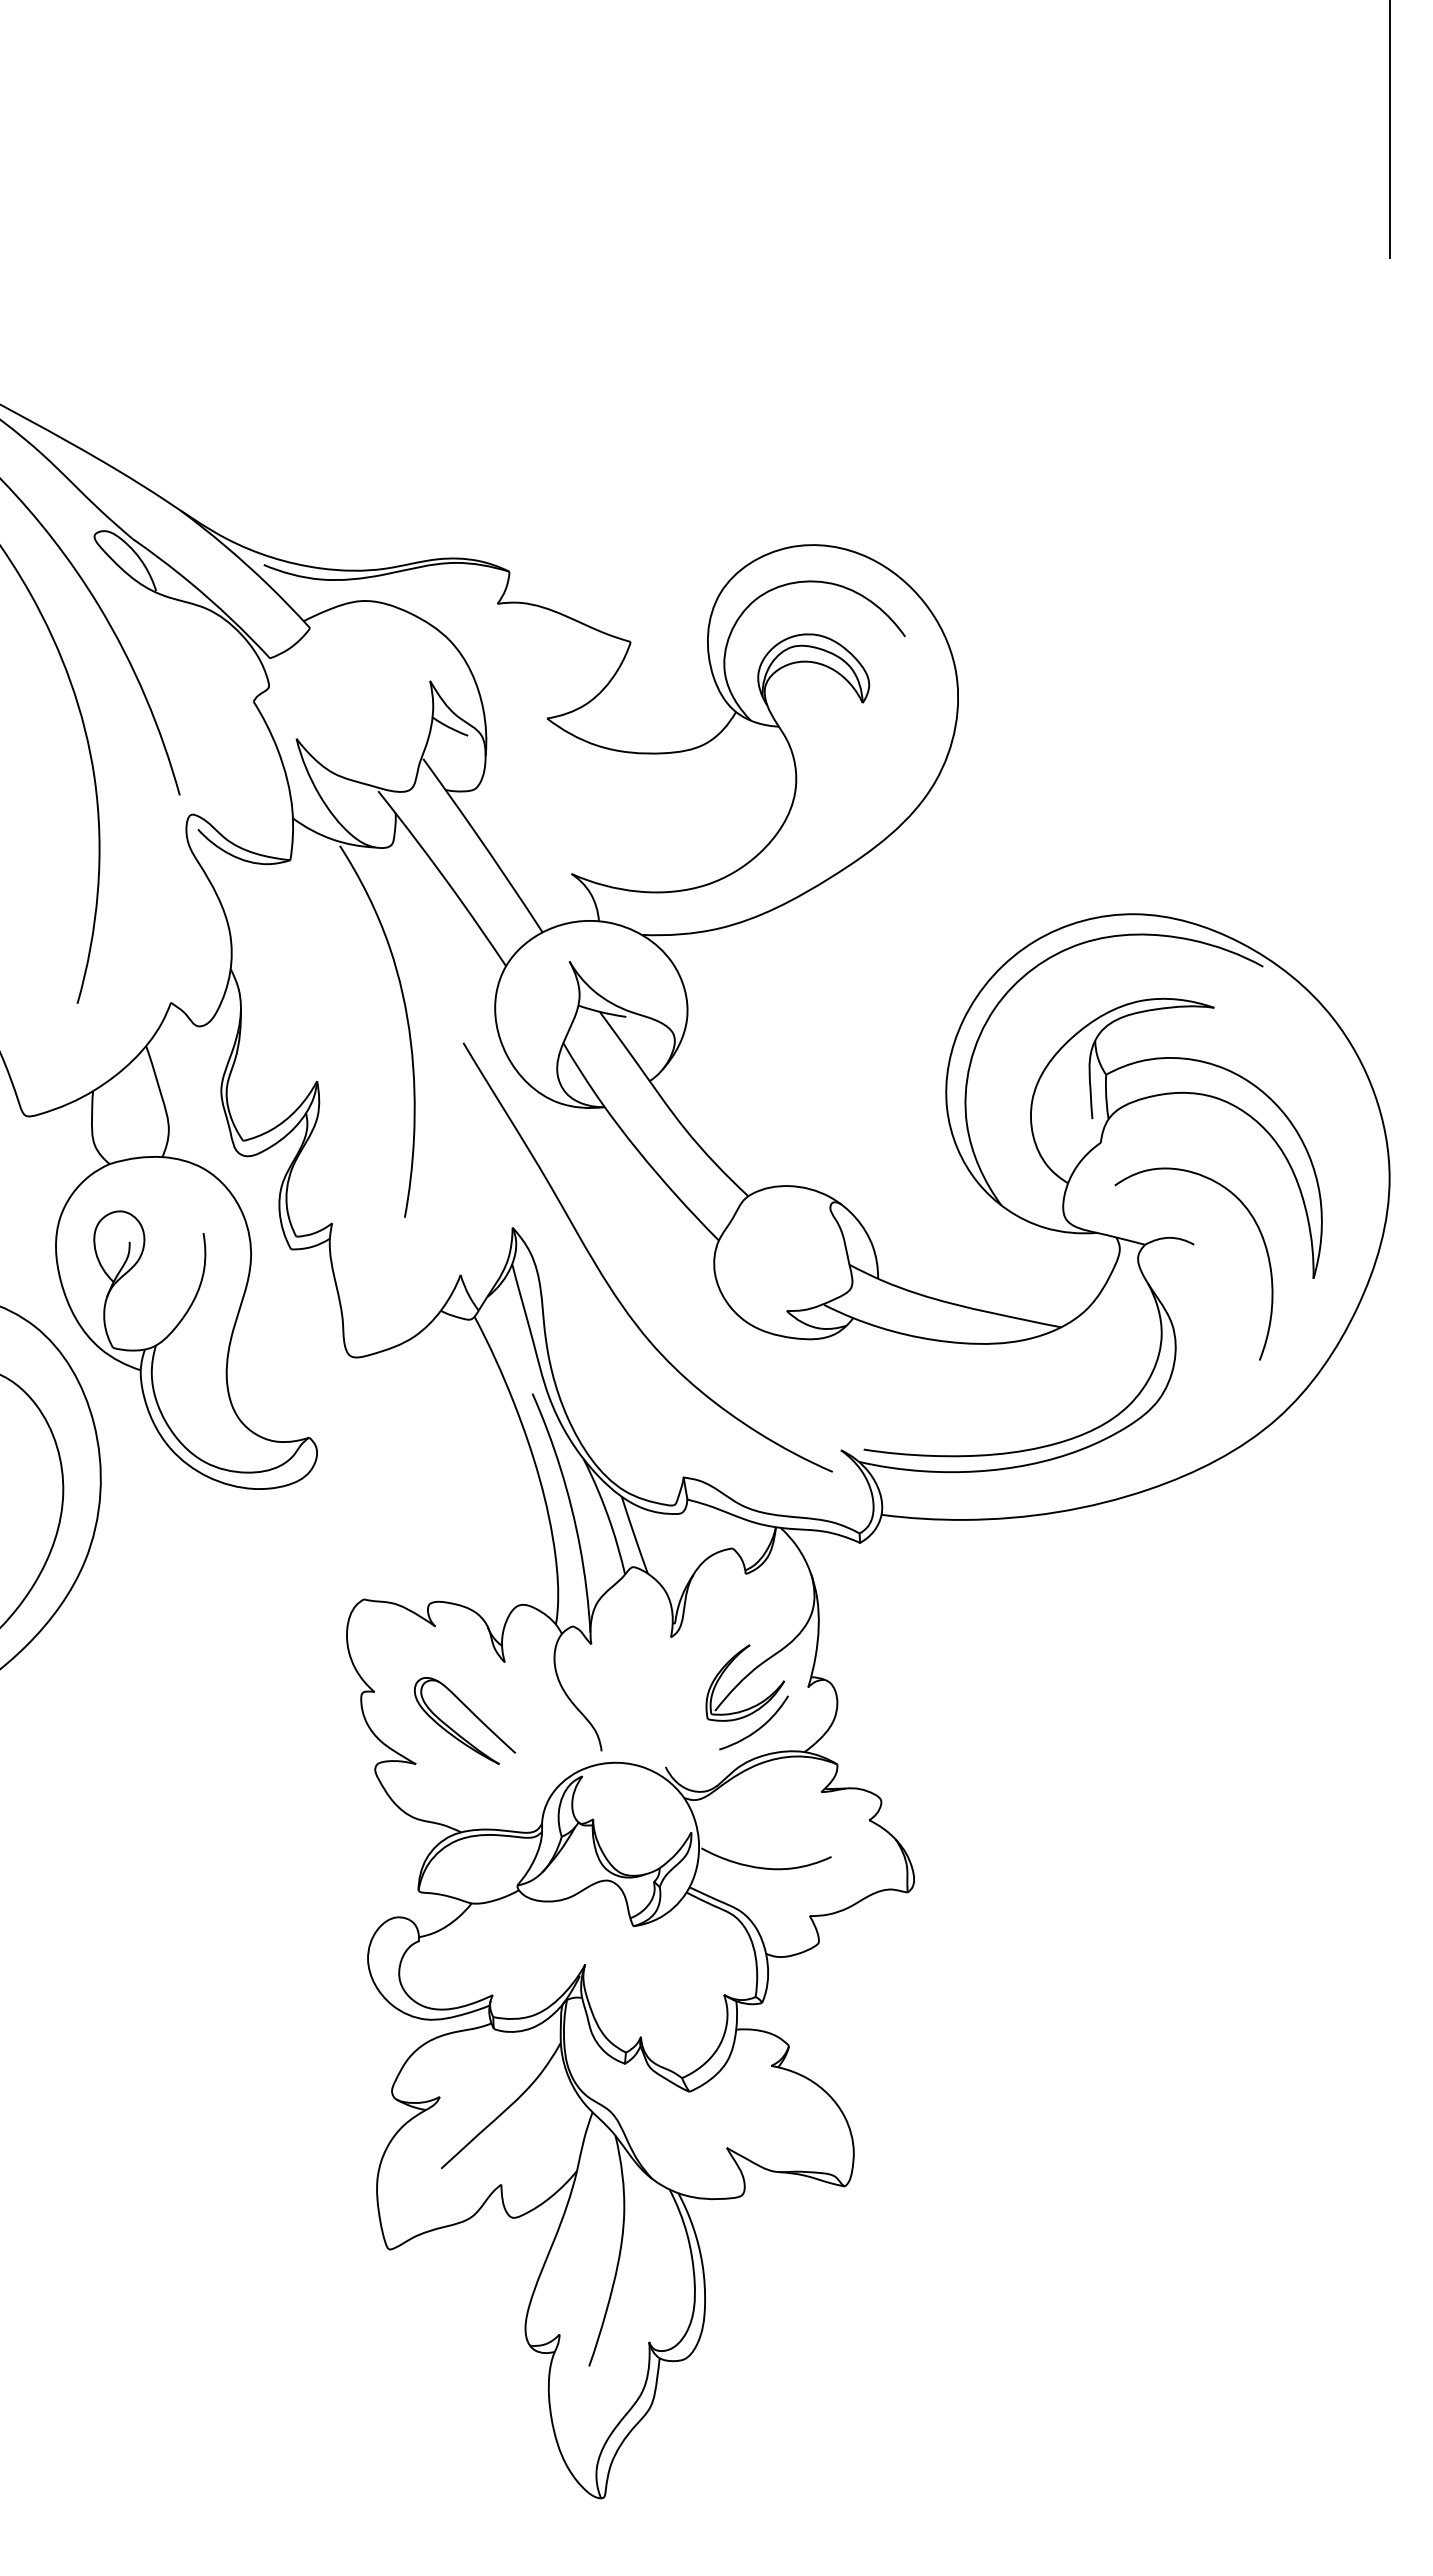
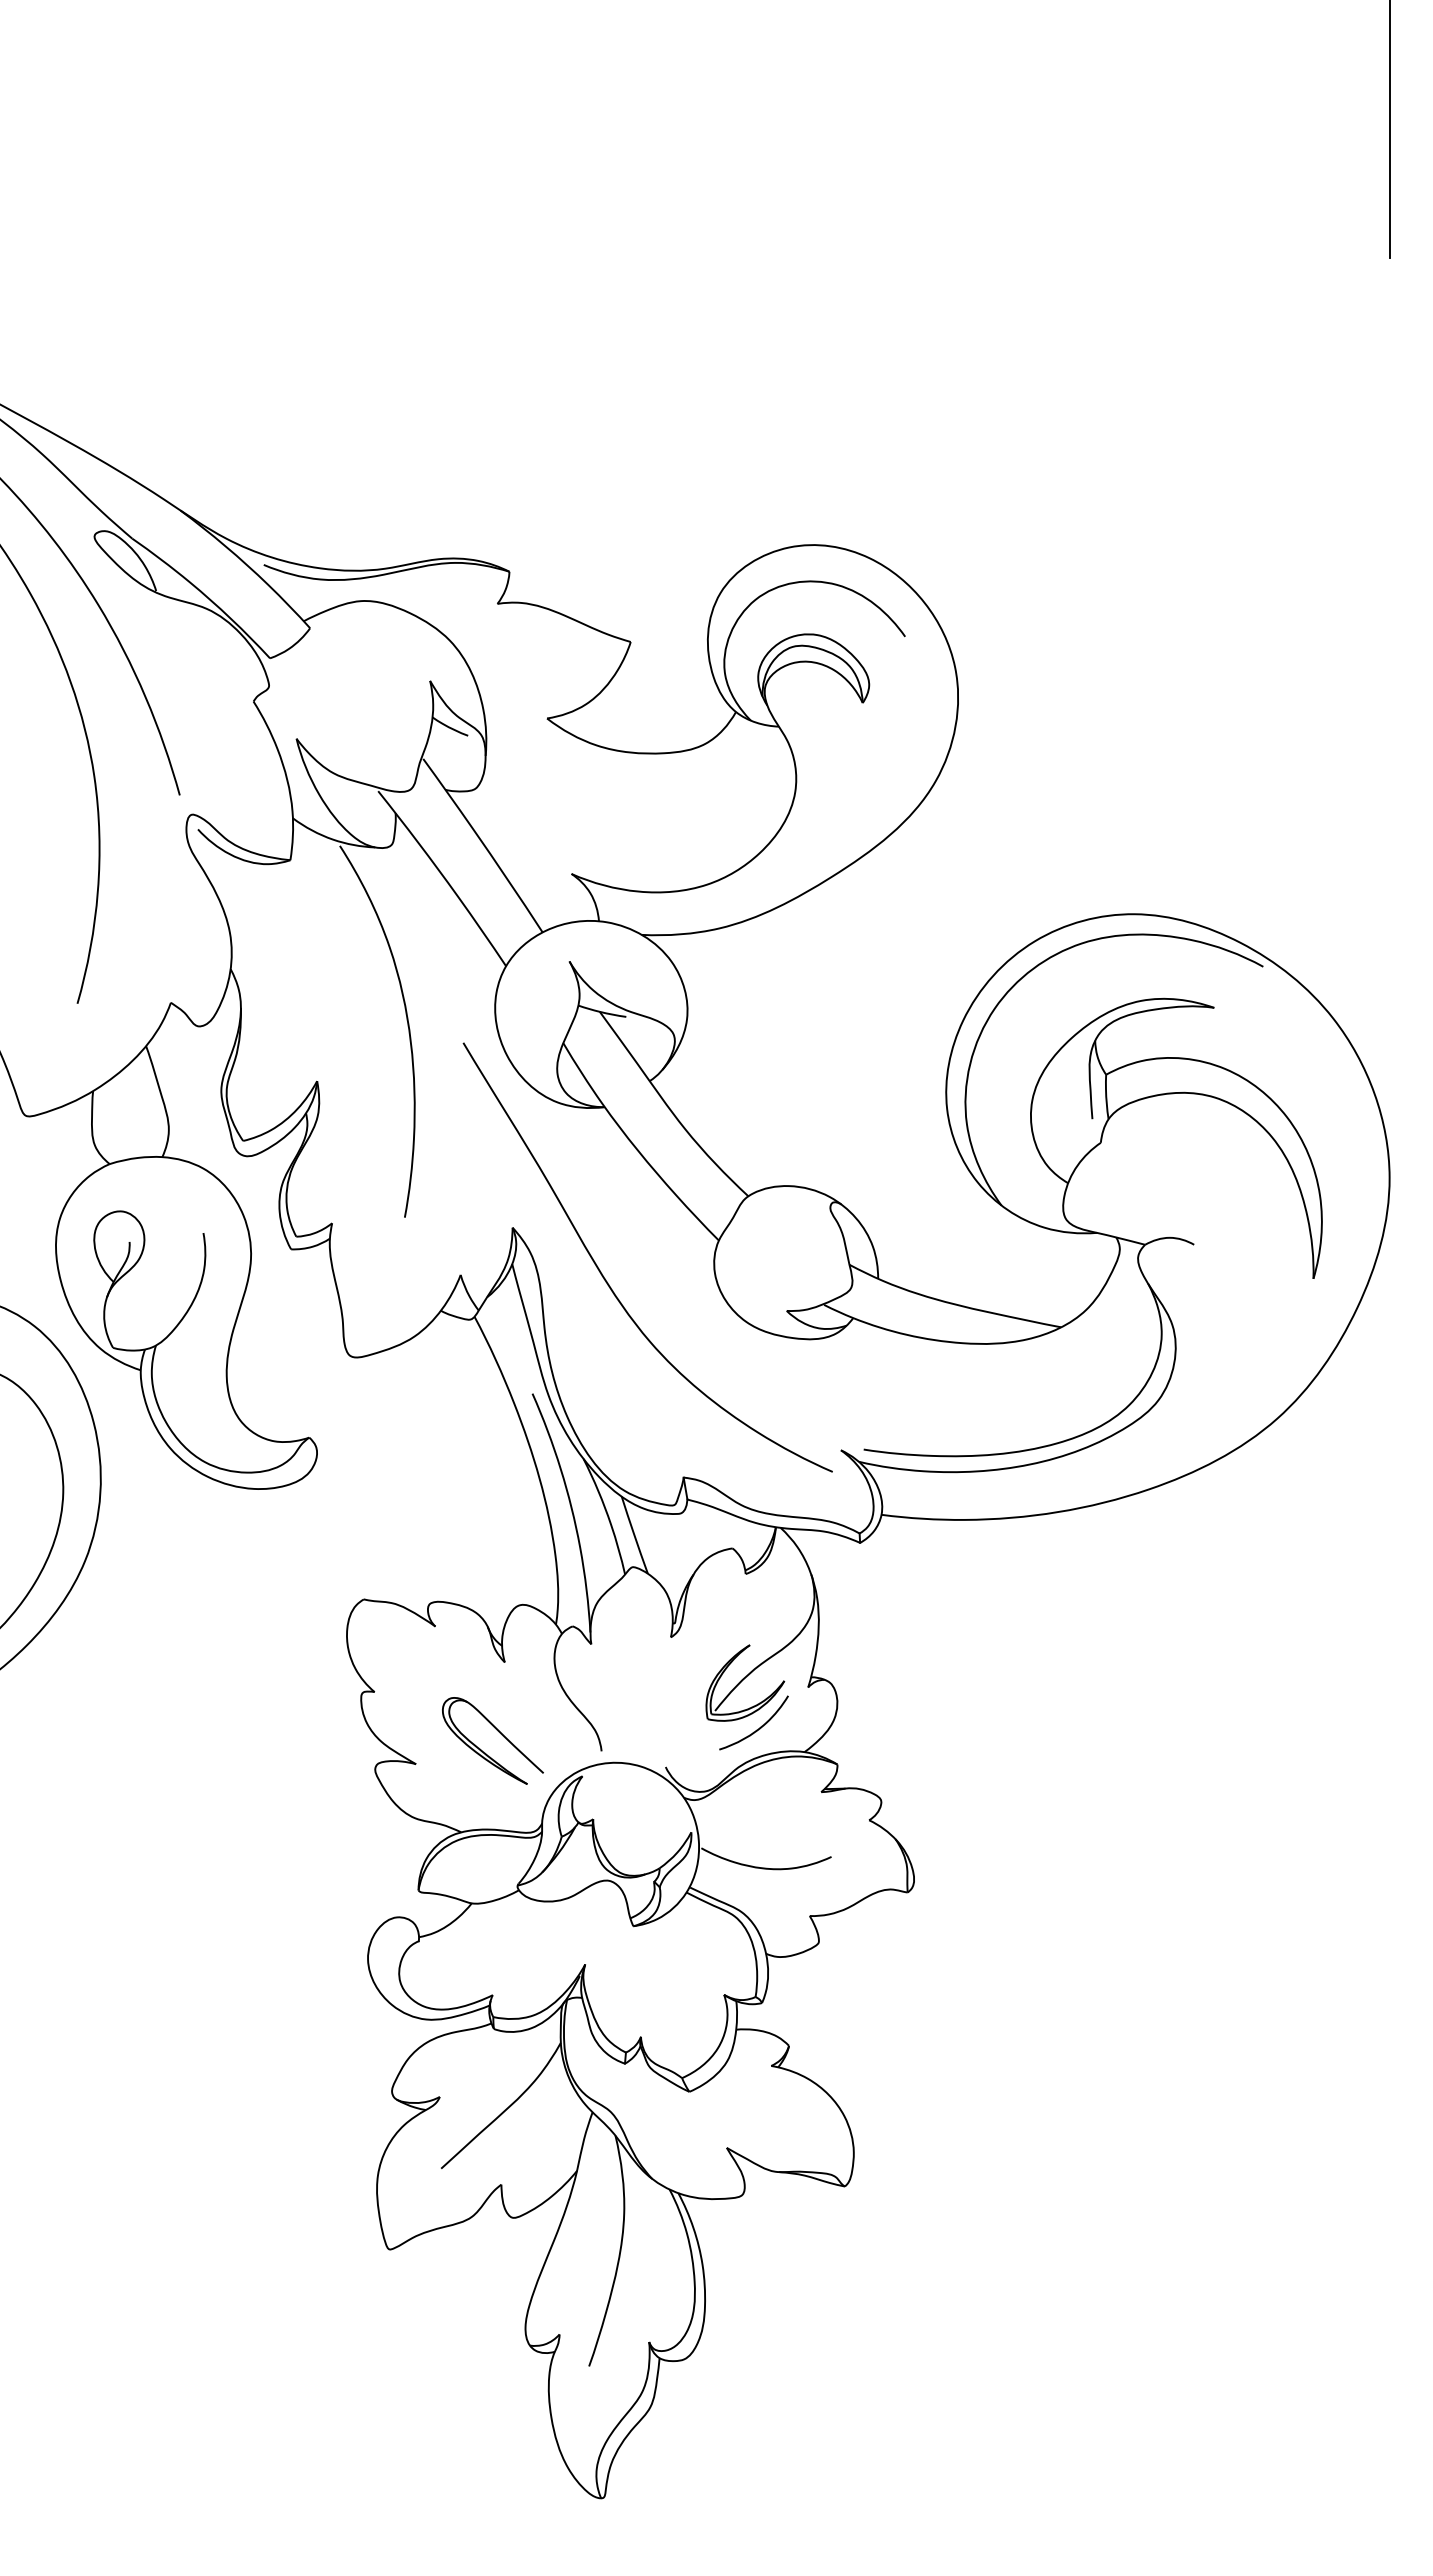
curve at (1262, 1240): present -> none
part at (471, 1713) position: (471, 1713) -> (499, 1733)
